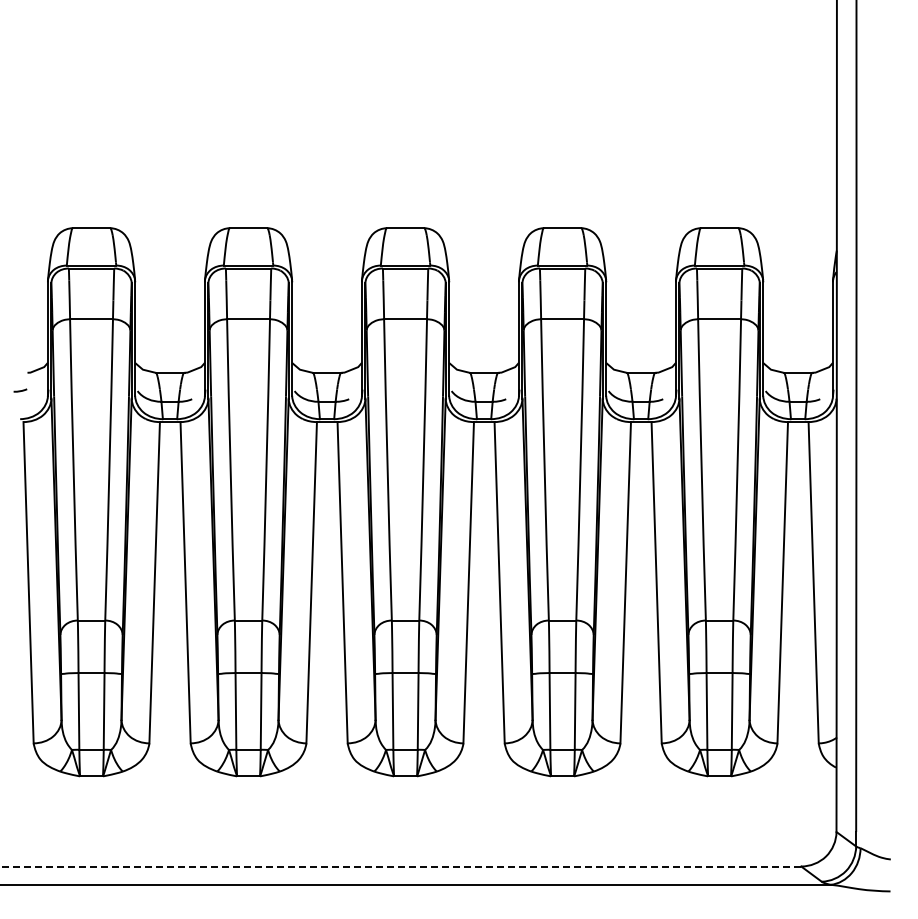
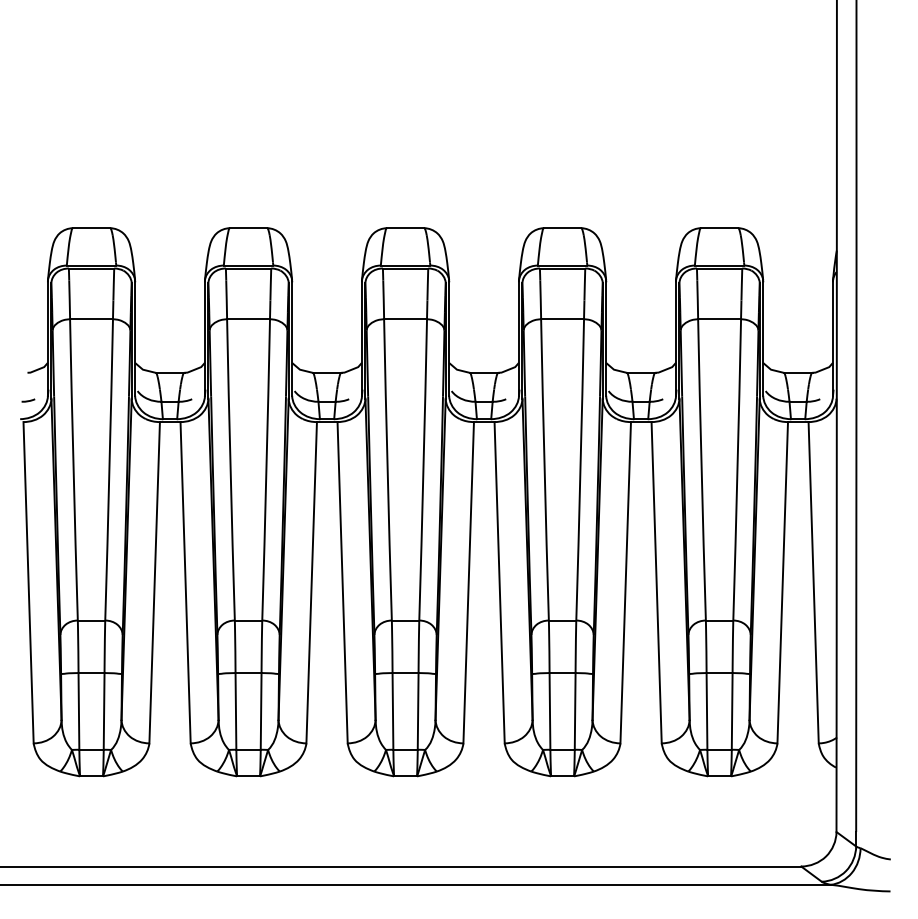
curve at (20, 390) position: (20, 390) -> (28, 400)
line at (400, 866): dashed -> solid
